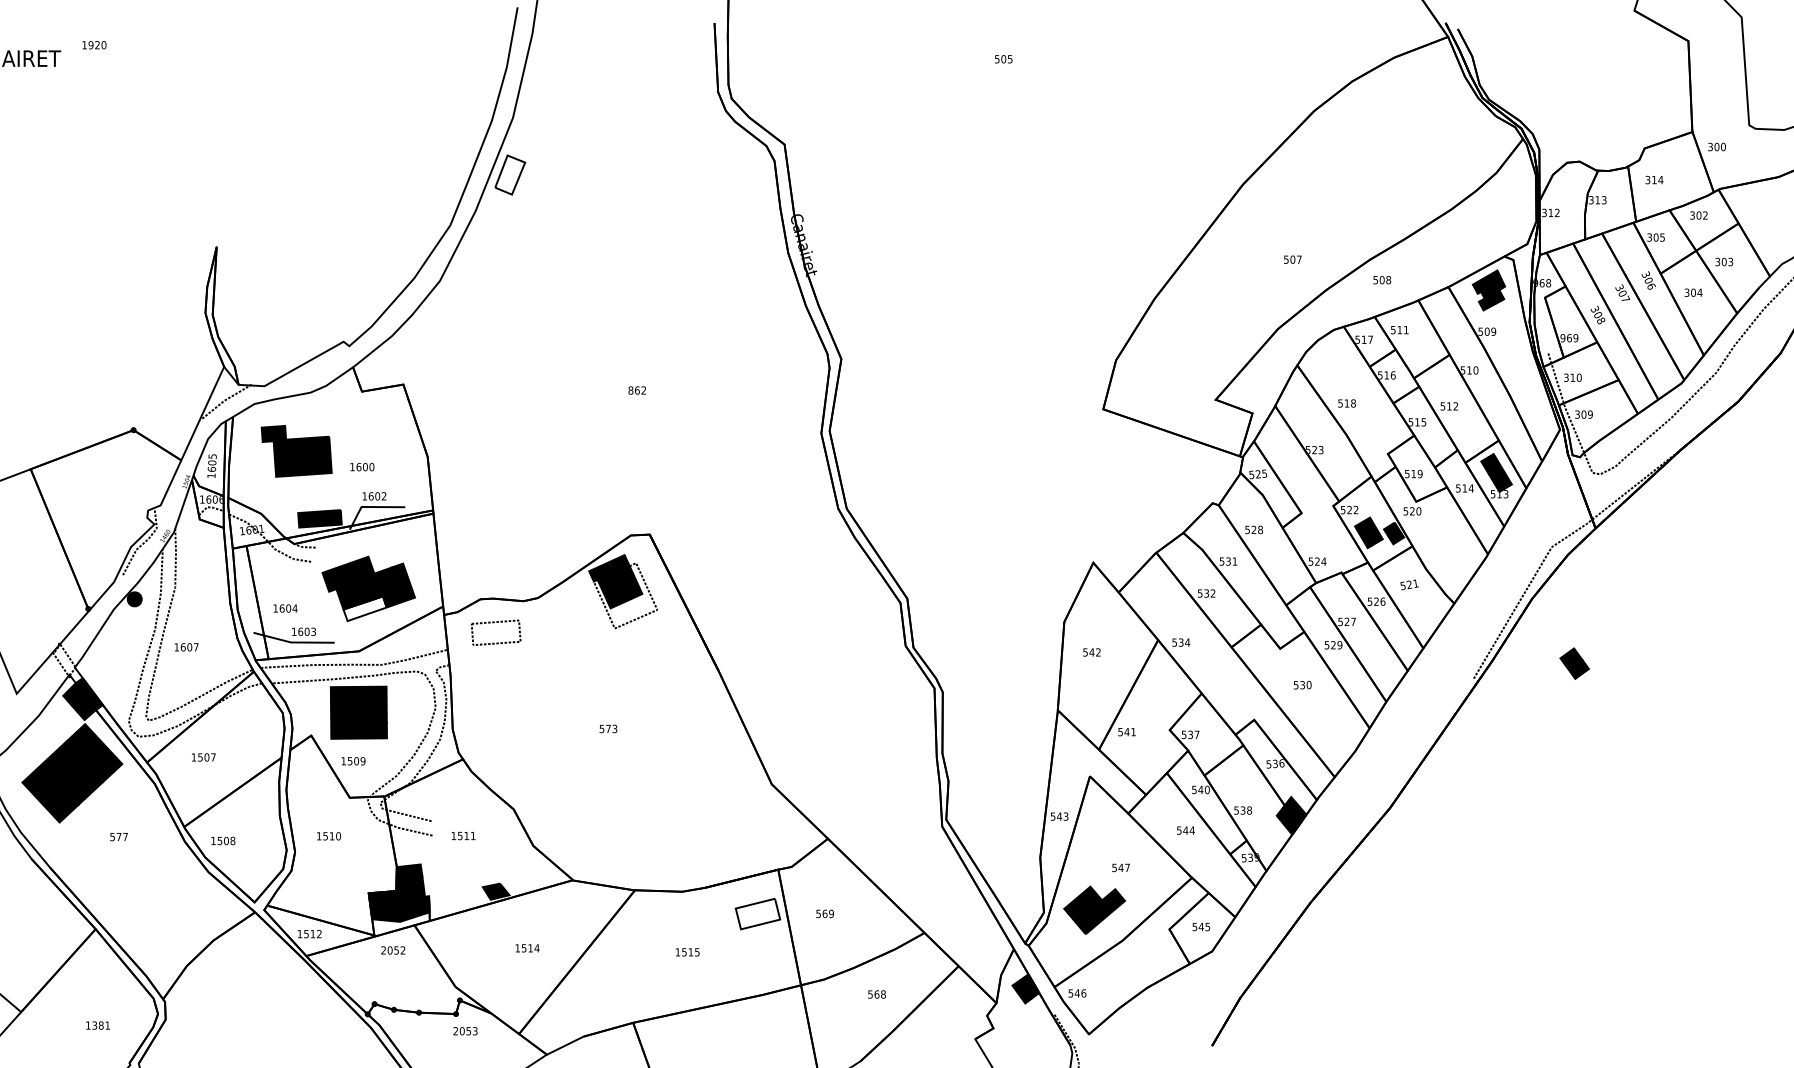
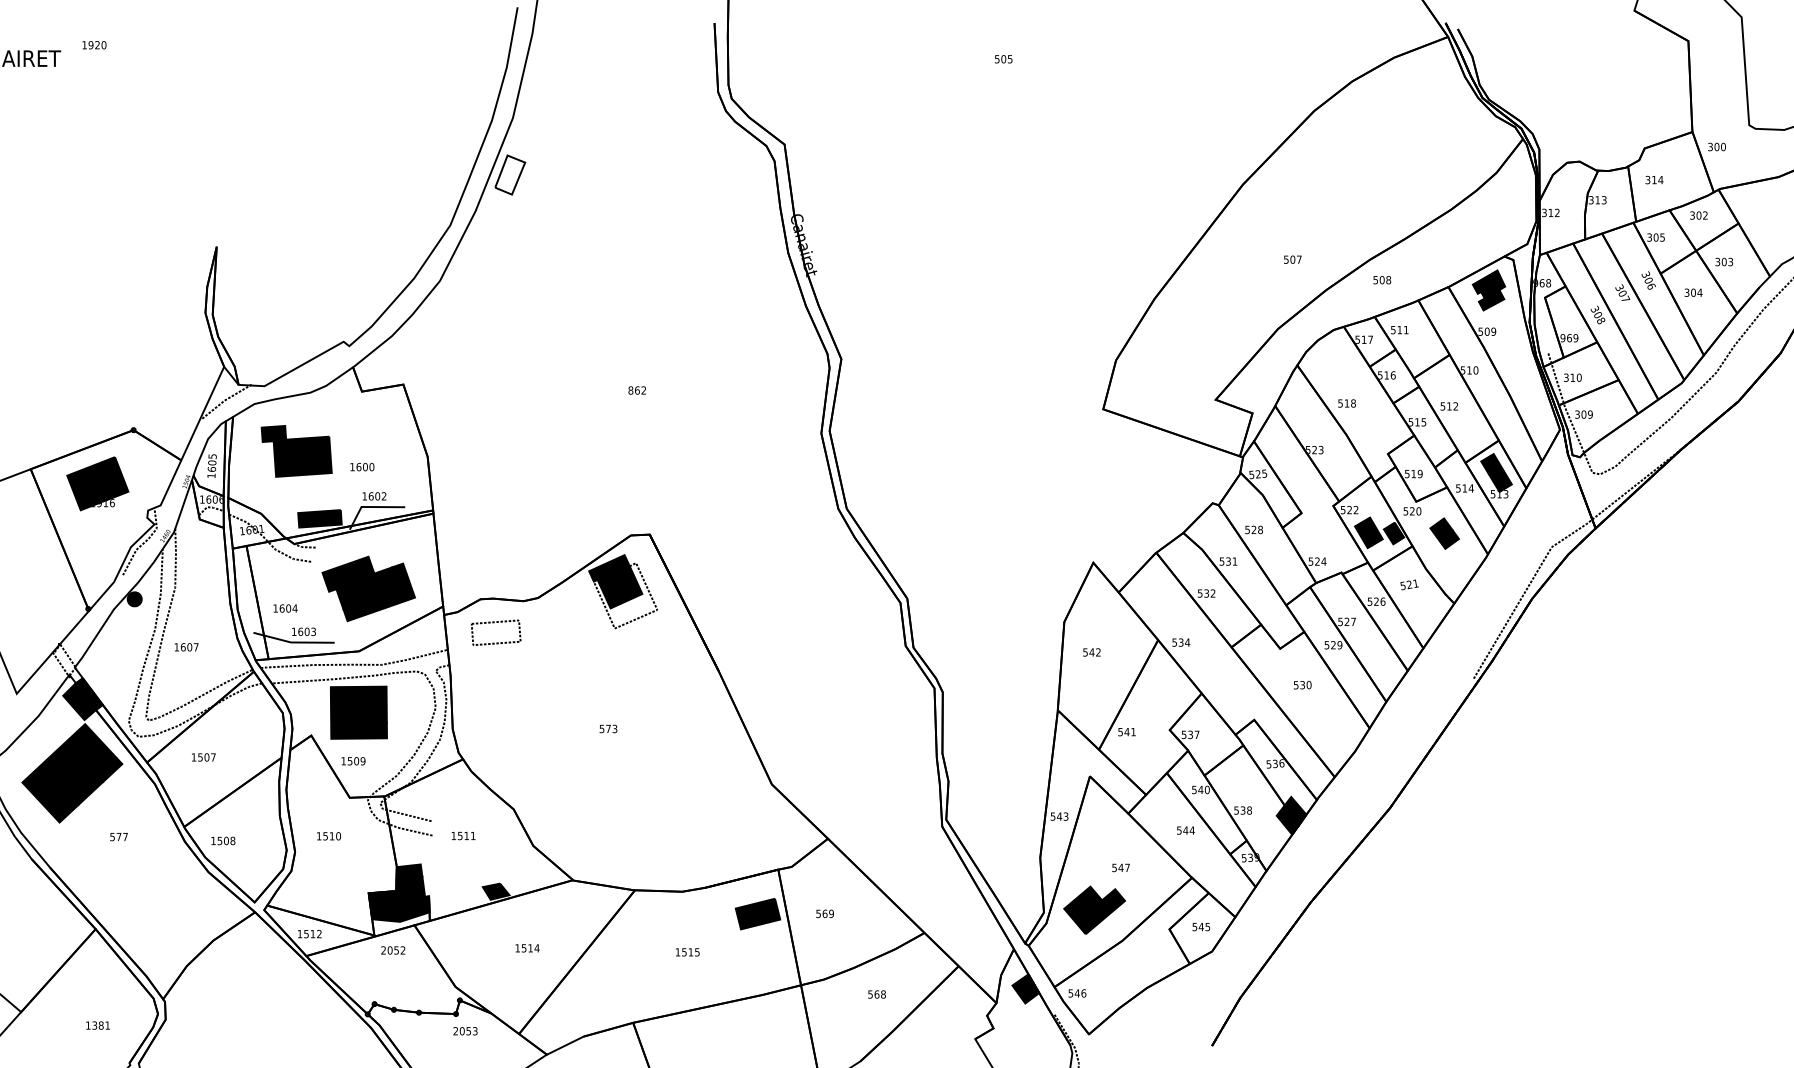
part at (97, 483): none -> present
fill at (364, 608): none -> present
part at (1574, 663) position: (1574, 663) -> (1444, 533)
fill at (757, 913): none -> present
